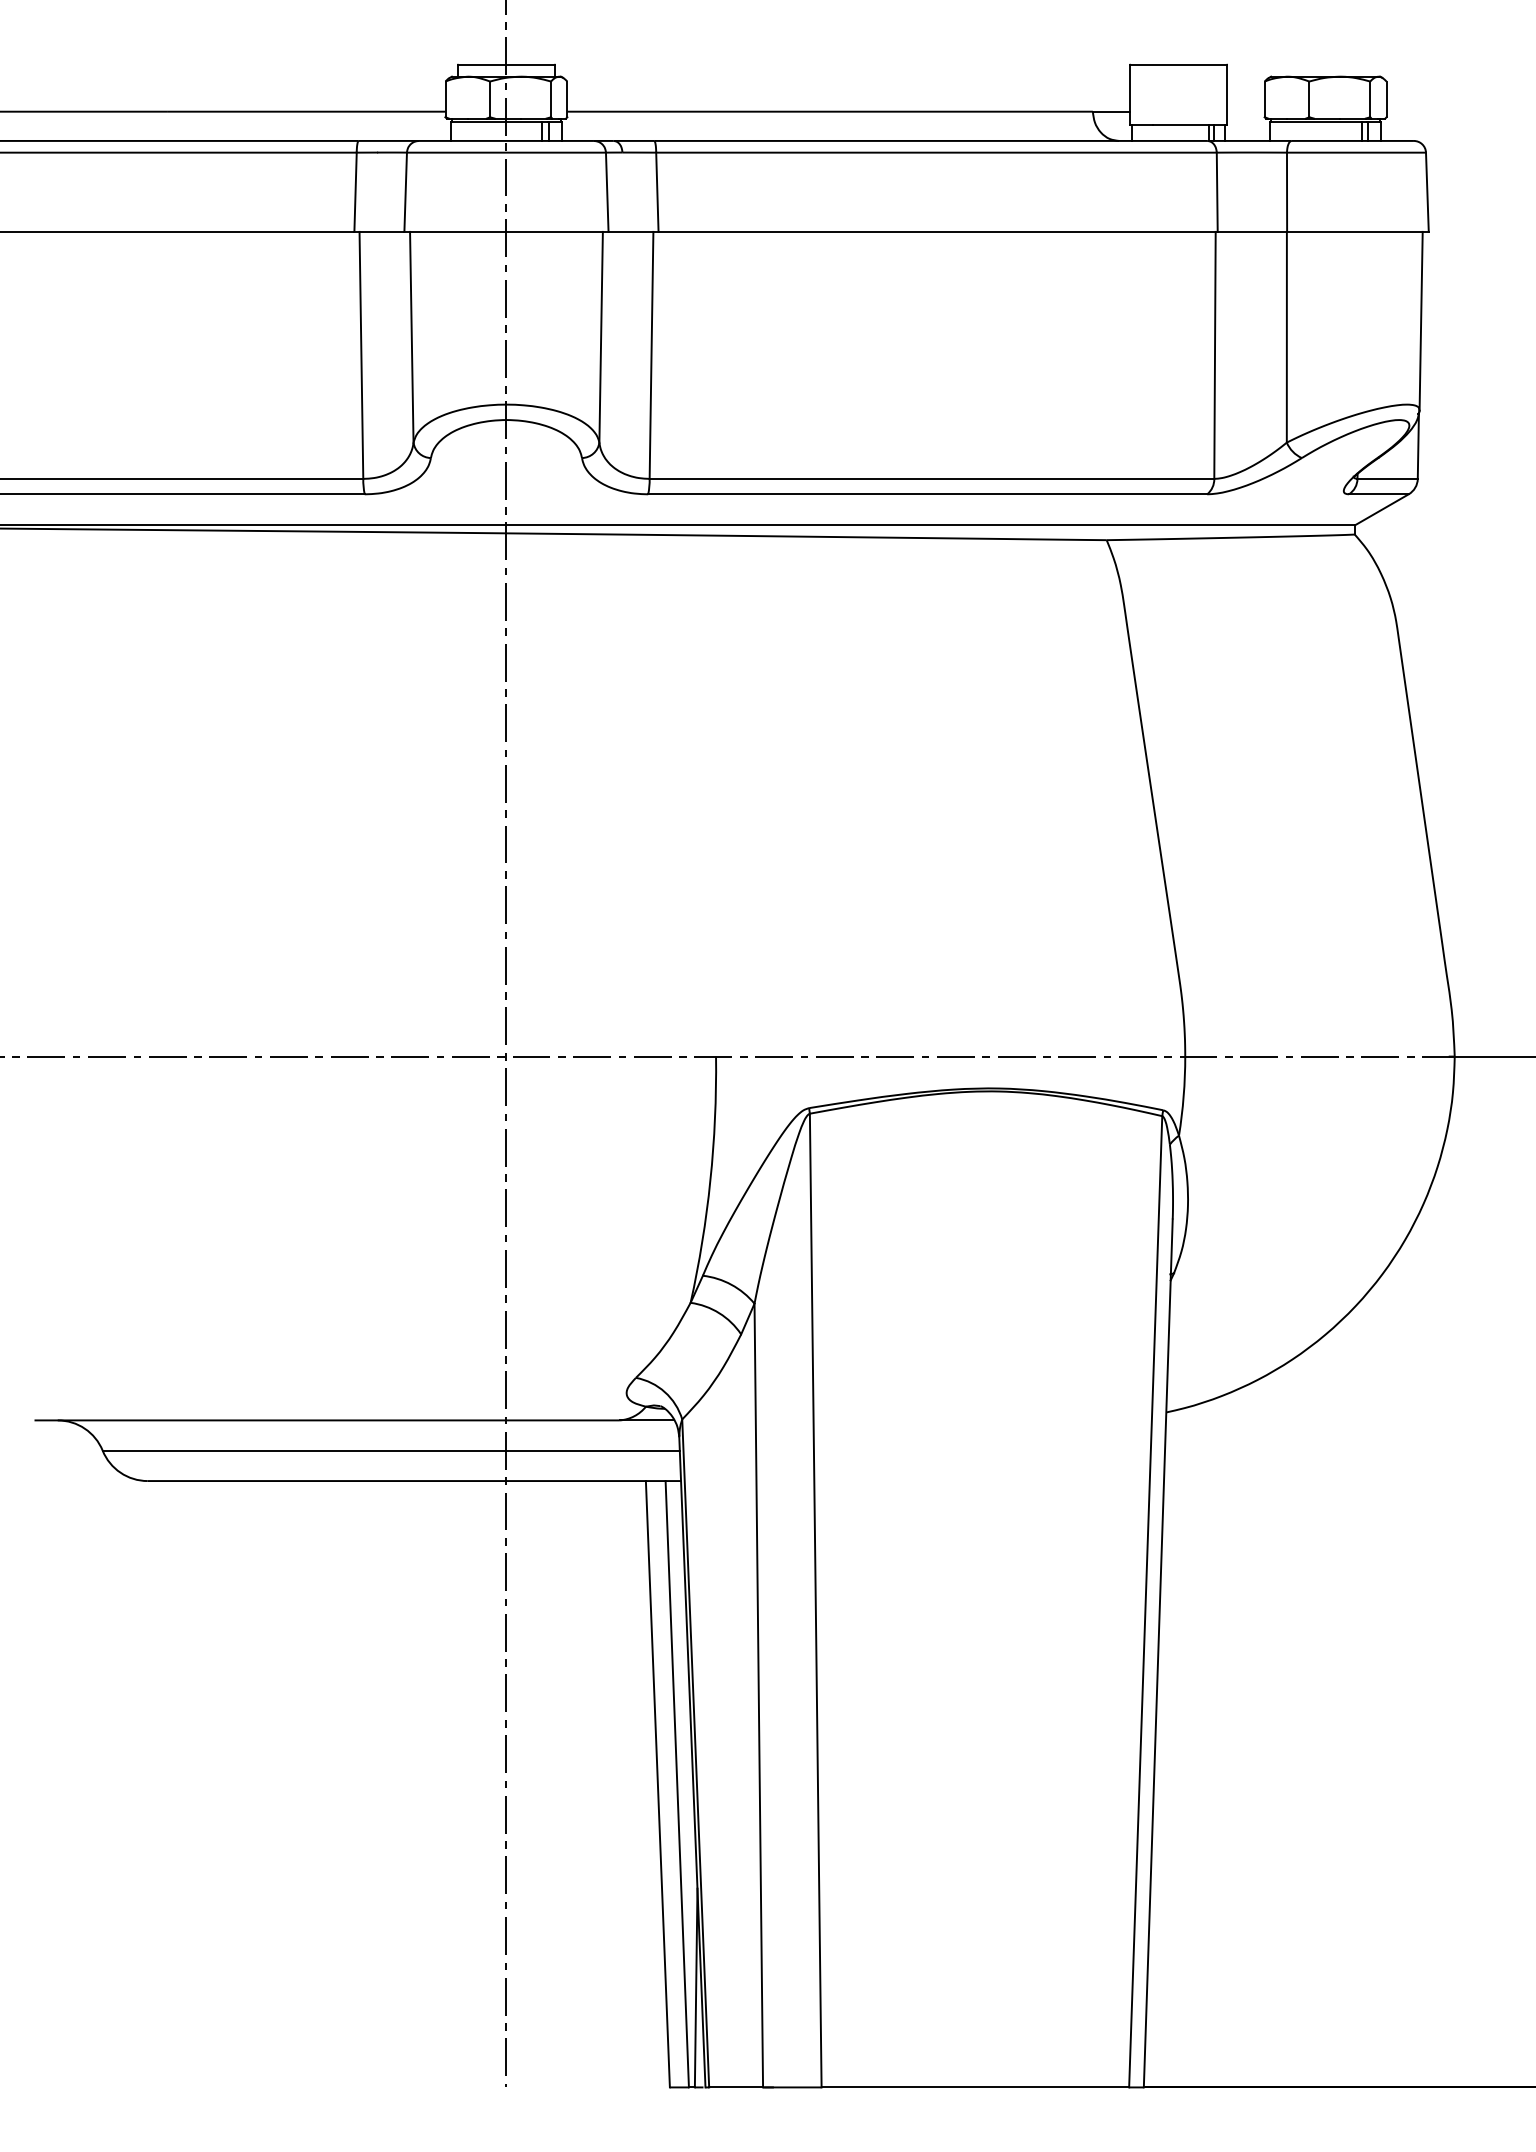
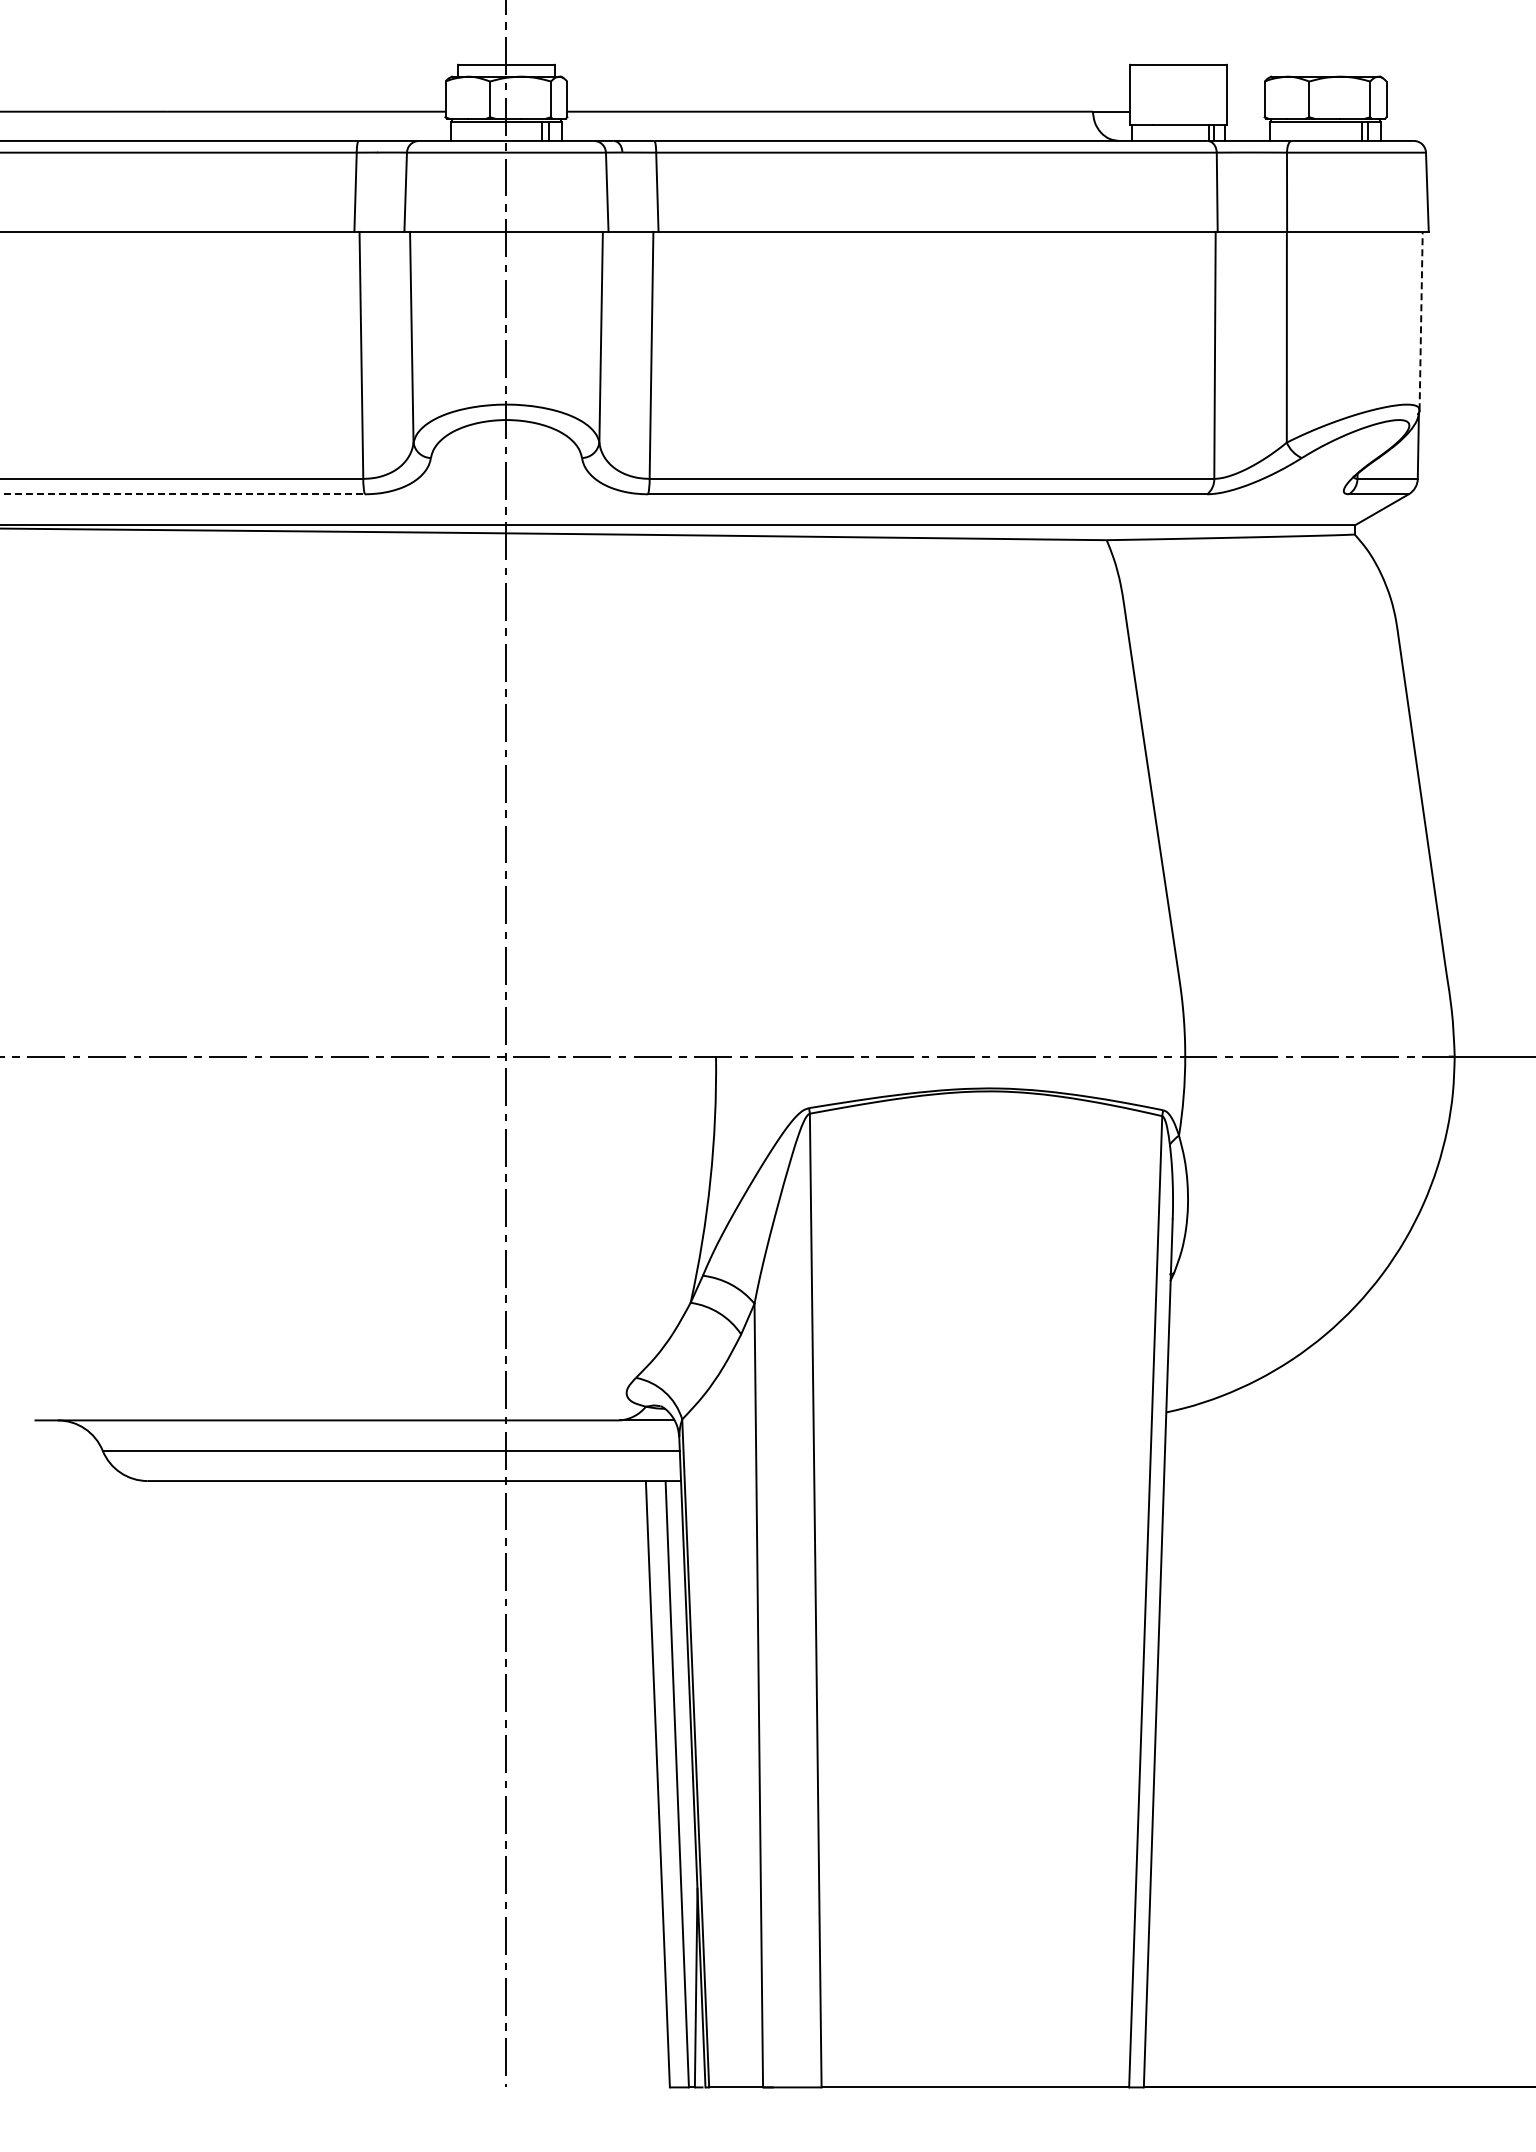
line at (1421, 320): solid -> dashed
line at (183, 494): solid -> dashed
